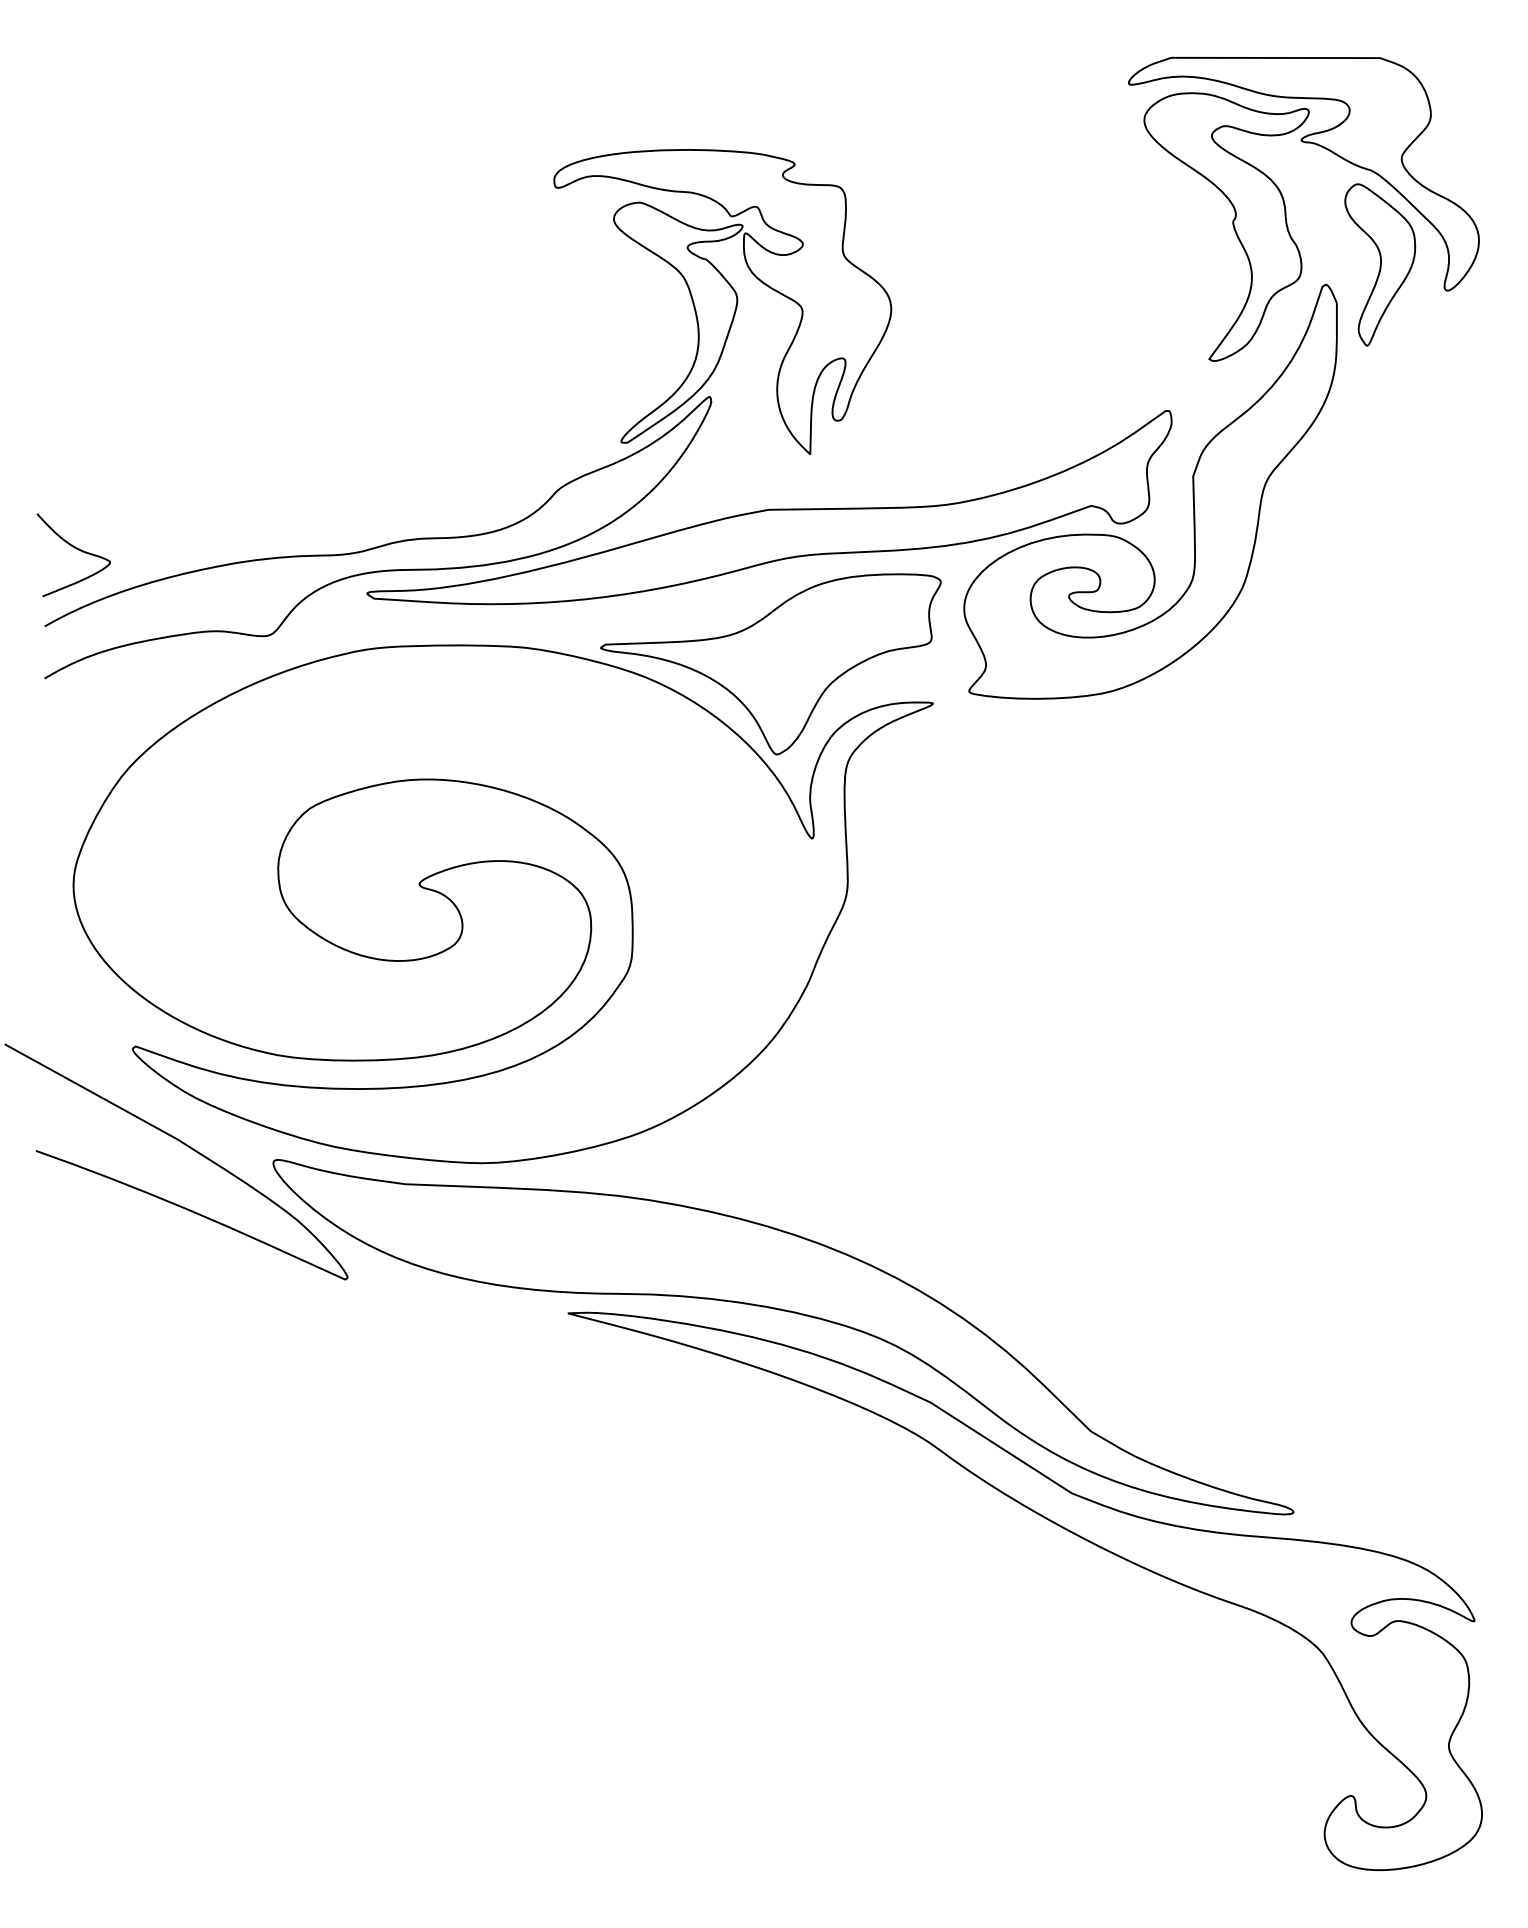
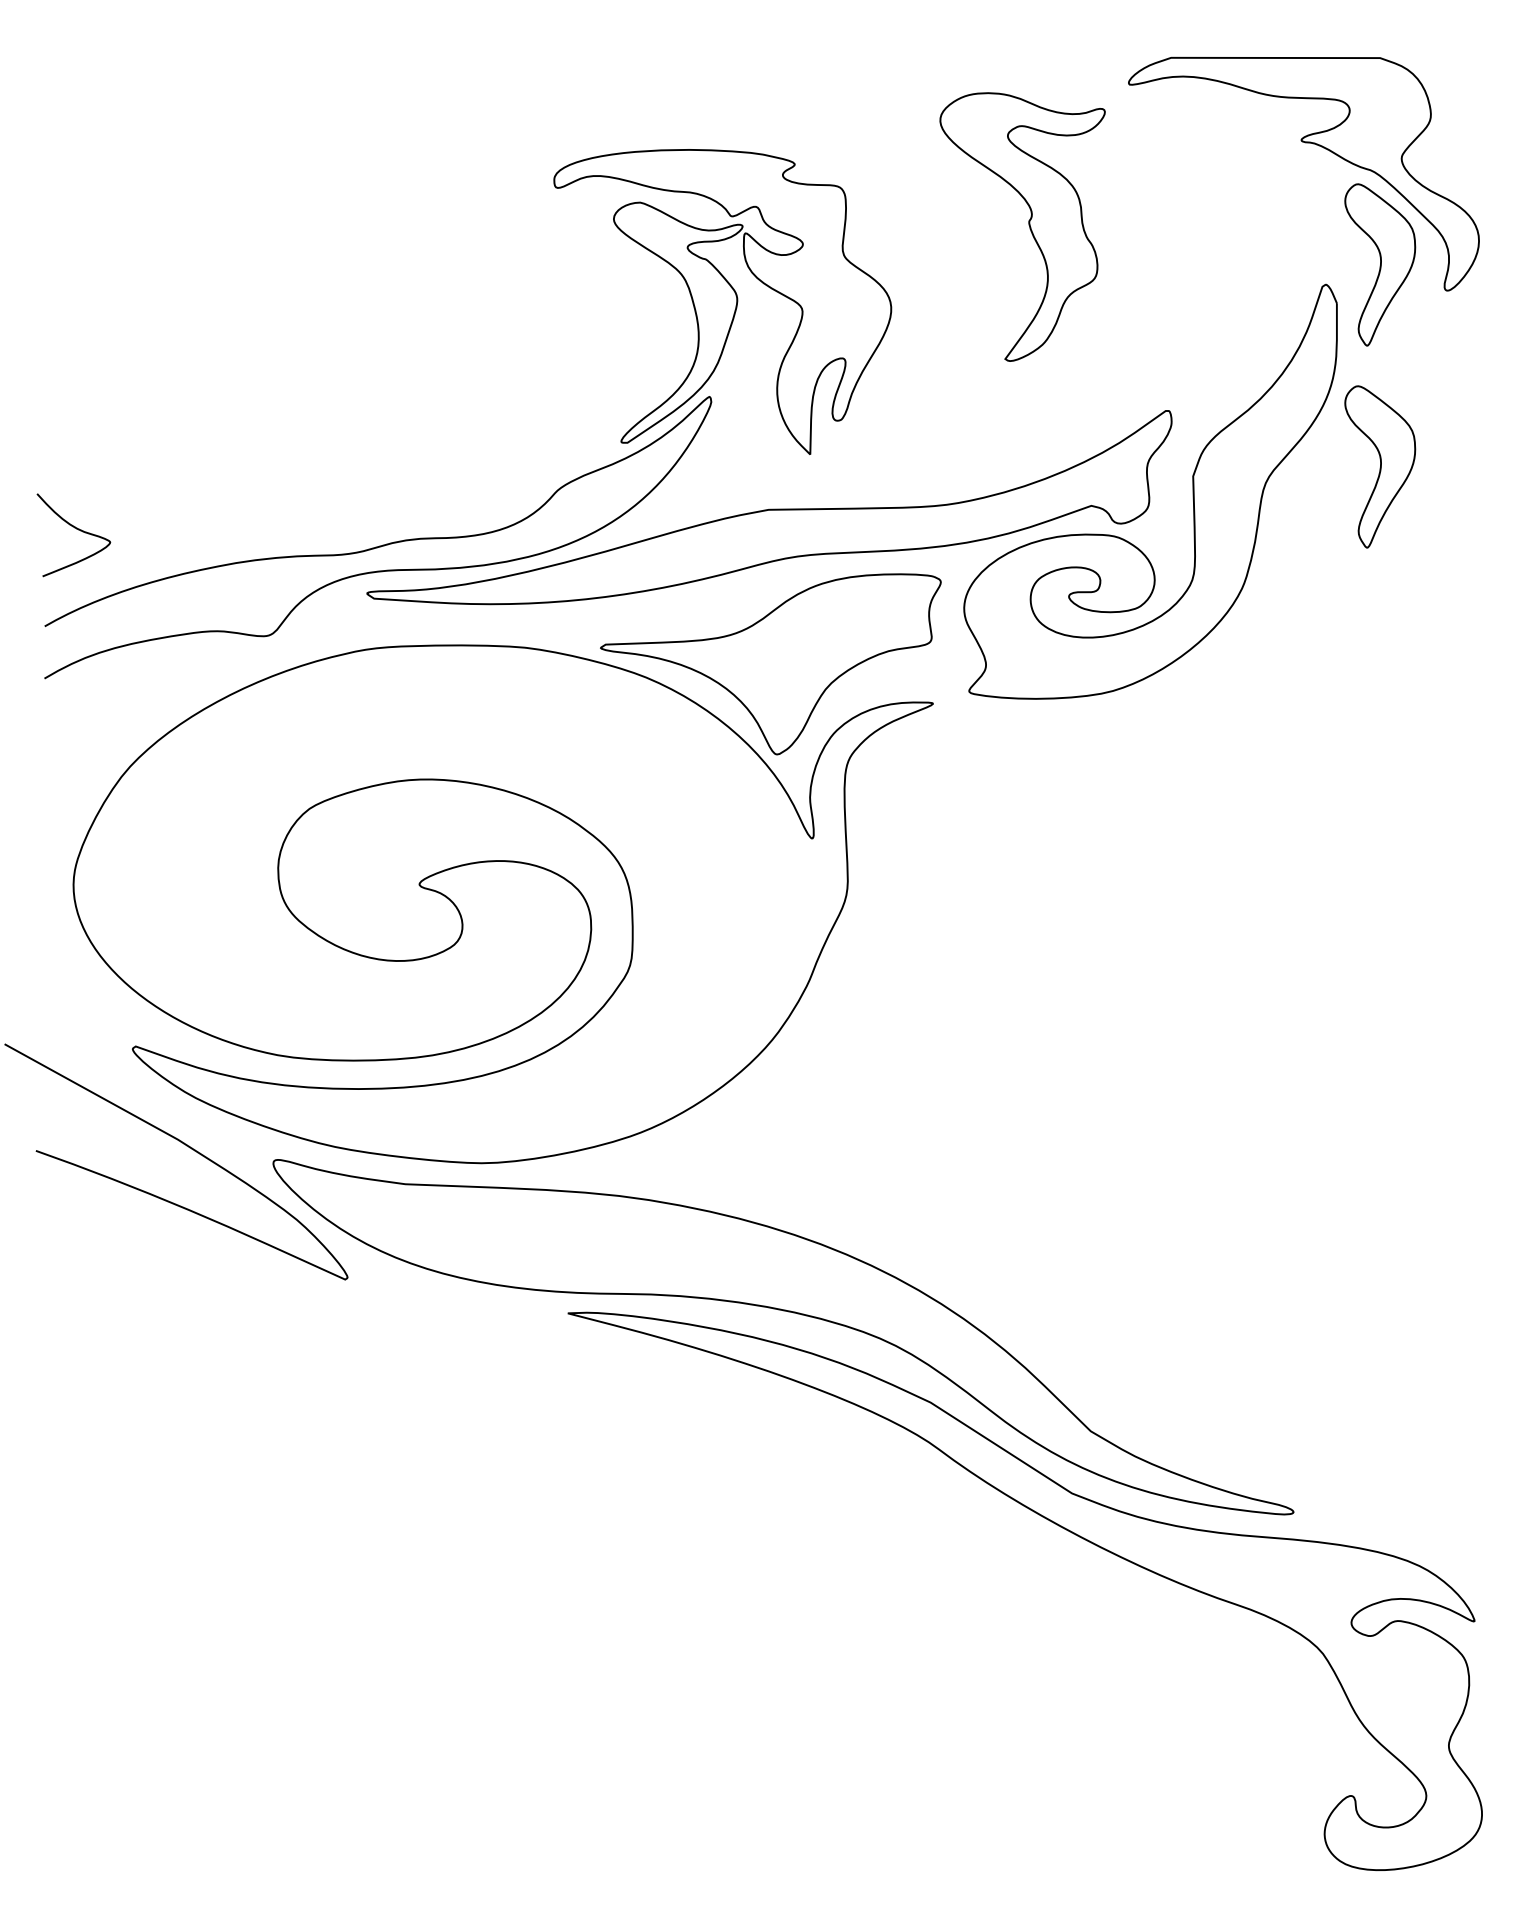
part at (1232, 225) position: (1232, 225) -> (1028, 225)
part at (1380, 466): none -> present
curve at (76, 549) position: (76, 549) -> (76, 529)
